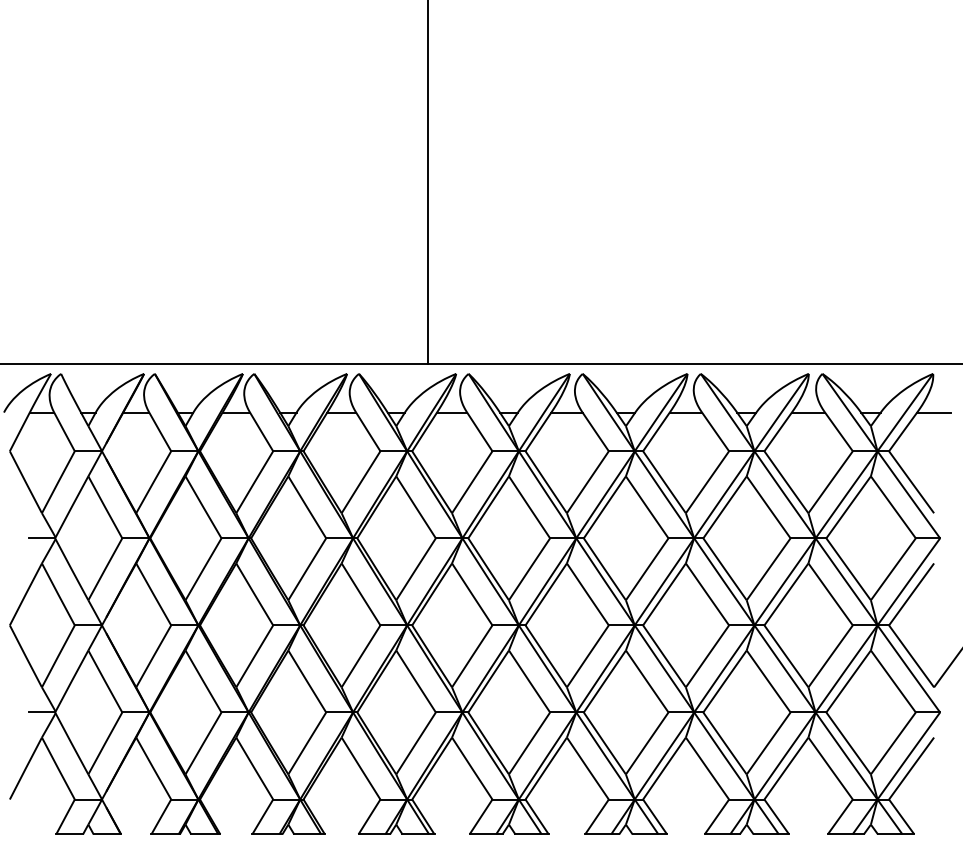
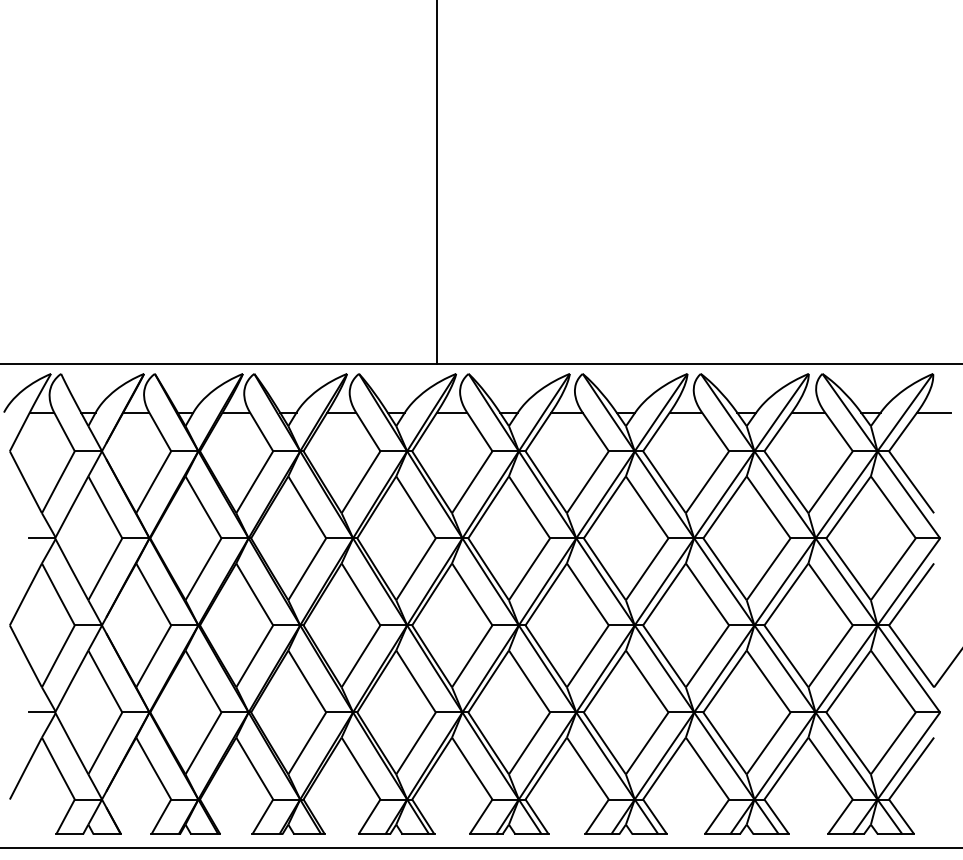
line at (427, 183) position: (427, 183) -> (436, 183)
line at (480, 847): none -> present
